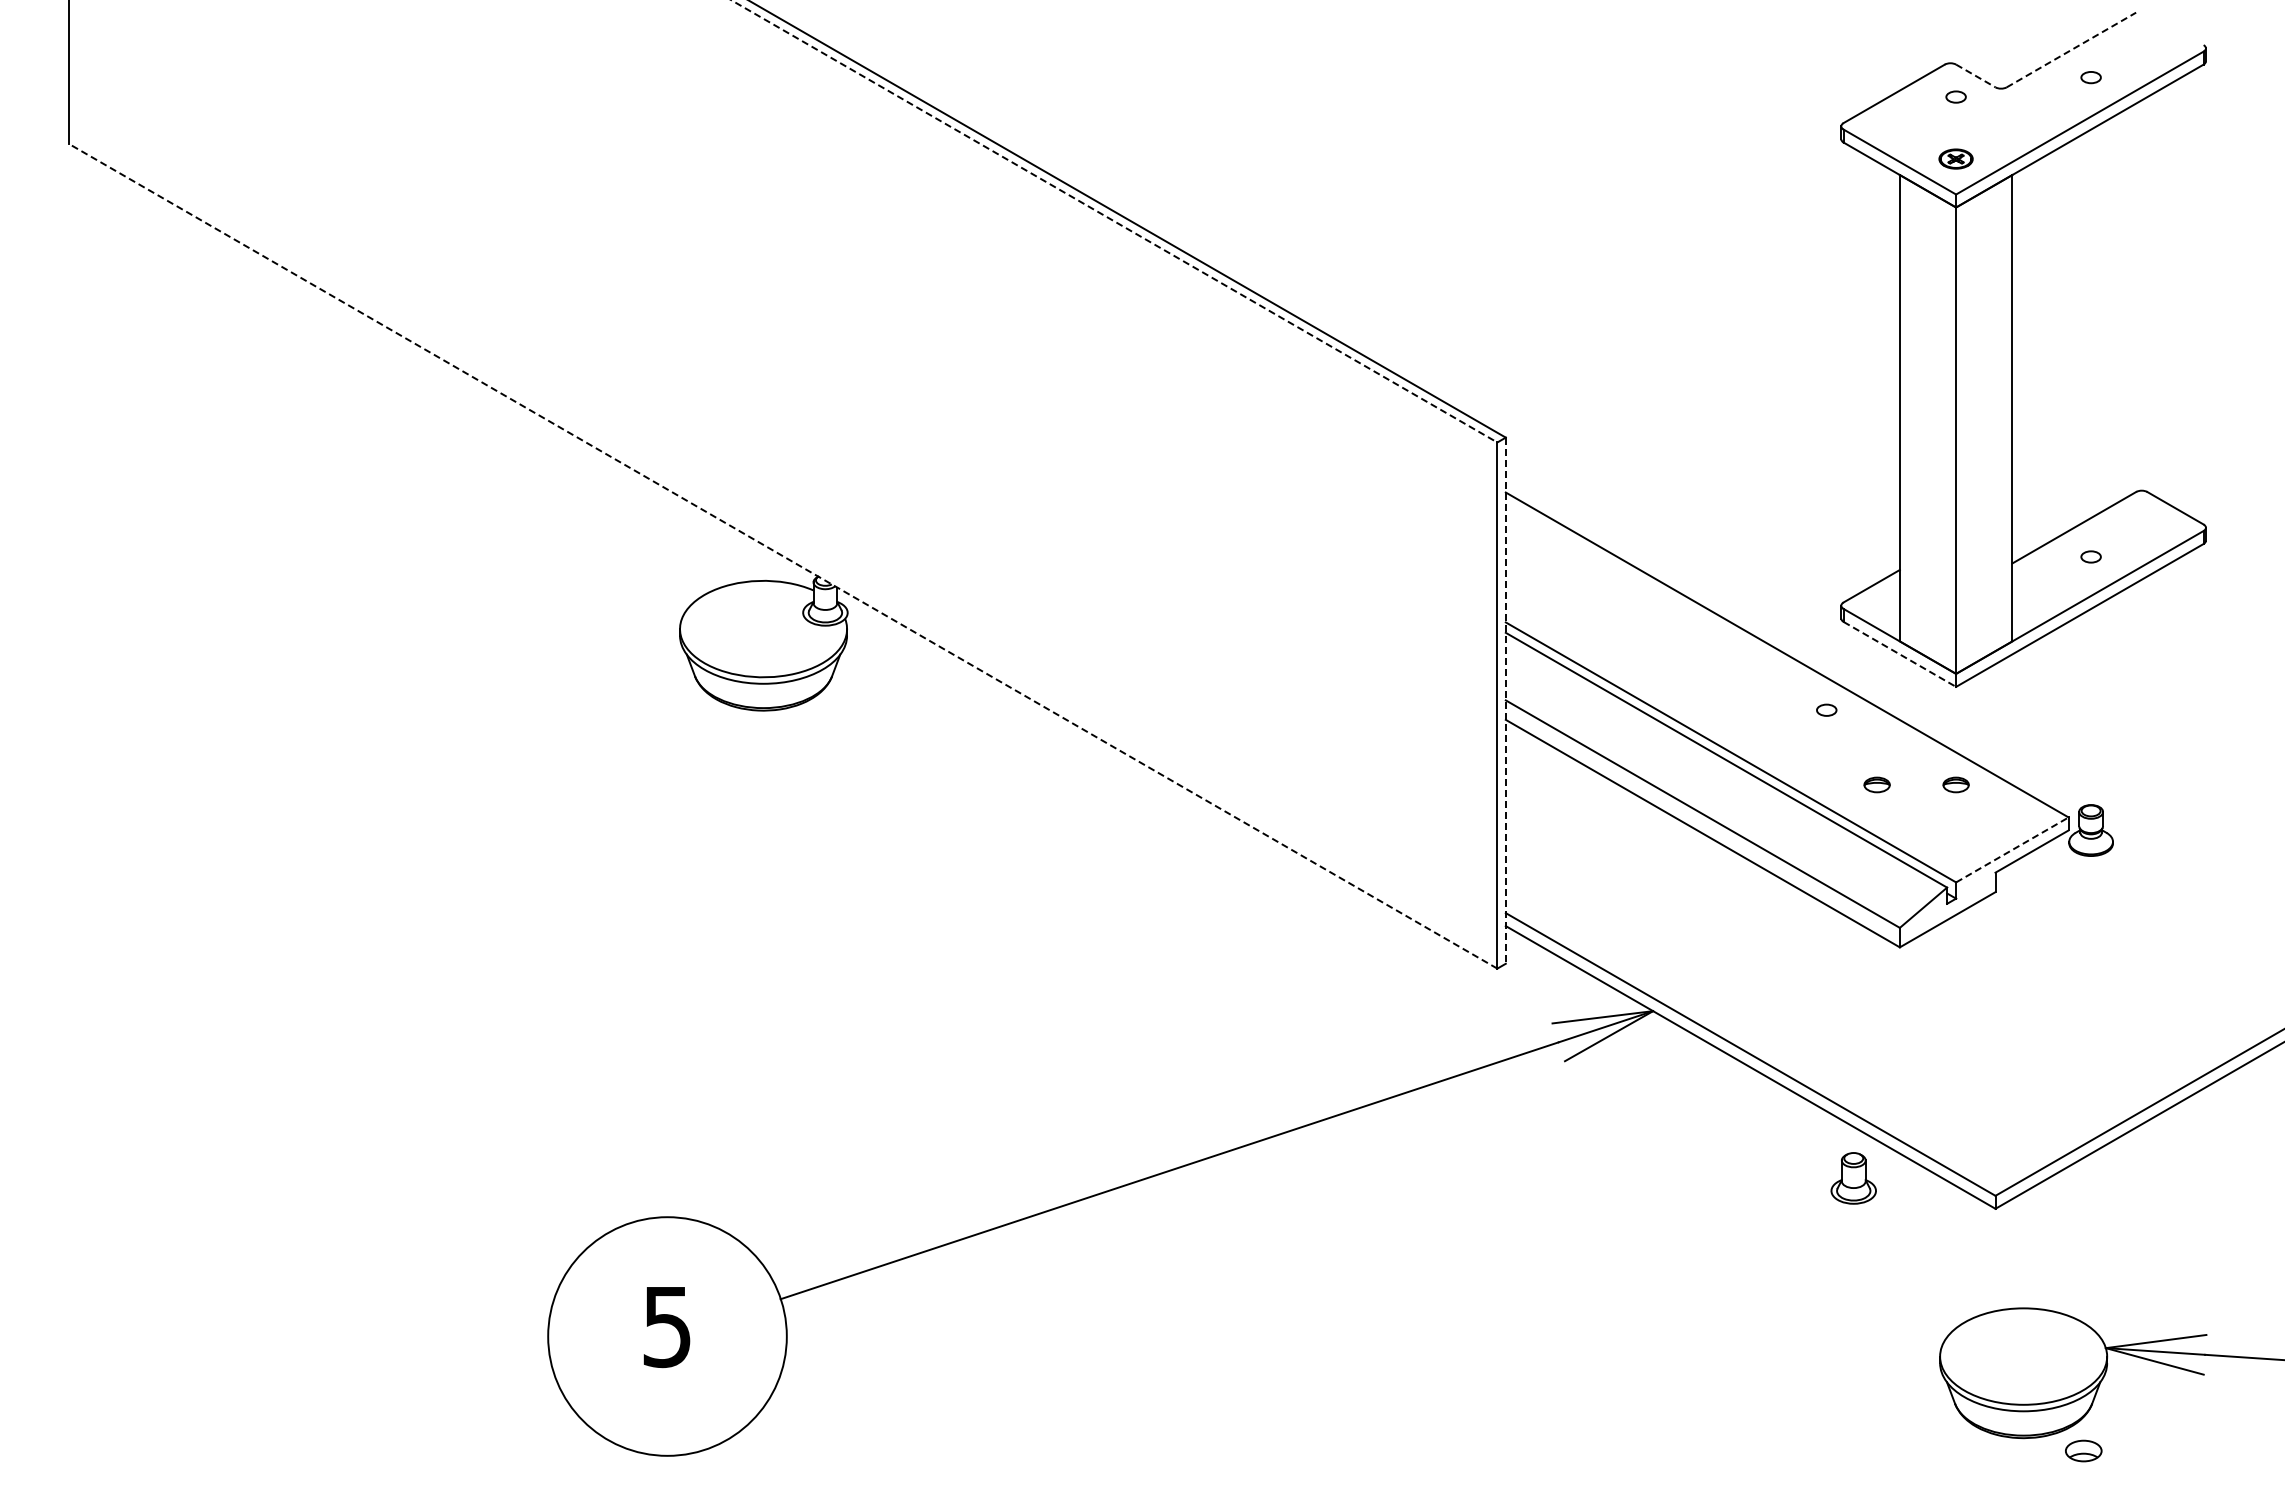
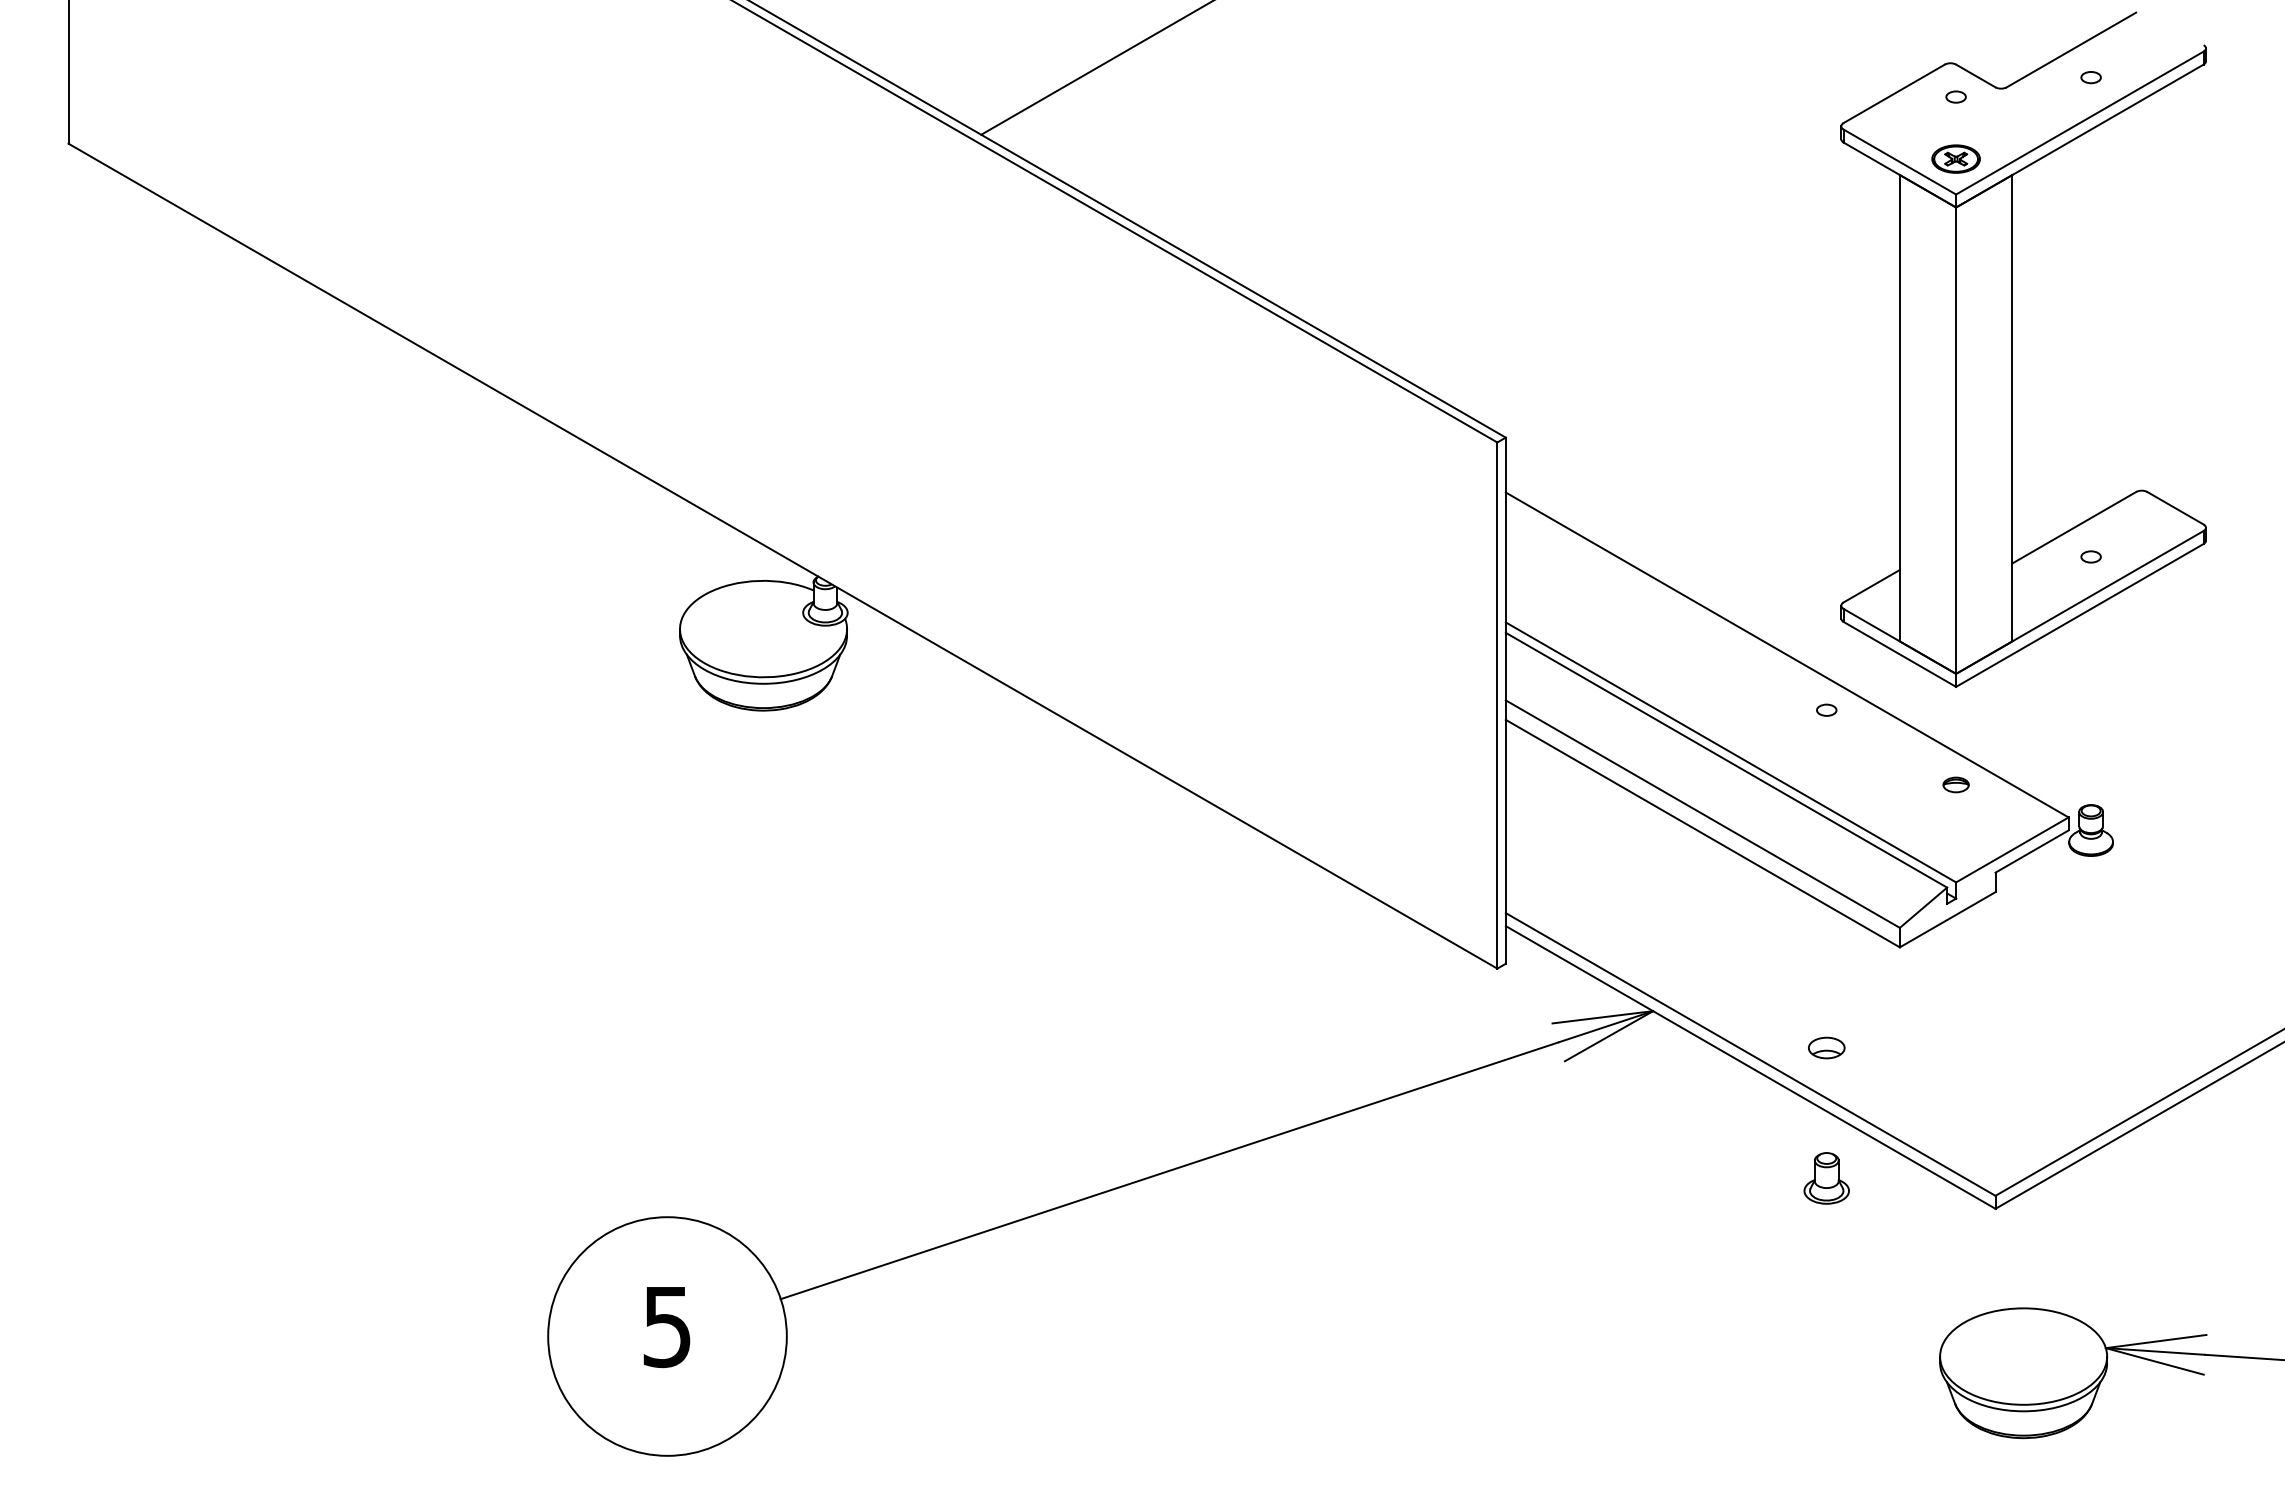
line at (2071, 50): dashed -> solid
line at (1095, 68): none -> present
line at (1975, 75): dashed -> solid
part at (1955, 158) size: 36x22 px -> 50x30 px
line at (1114, 221): dashed -> solid
line at (782, 556): dashed -> solid
line at (1899, 654): dashed -> solid
line at (1505, 701): dashed -> solid
part at (1876, 784): present -> none
line at (2012, 849): dashed -> solid
part at (1853, 1178) position: (1853, 1178) -> (1826, 1178)
part at (2083, 1450) position: (2083, 1450) -> (1826, 1047)
